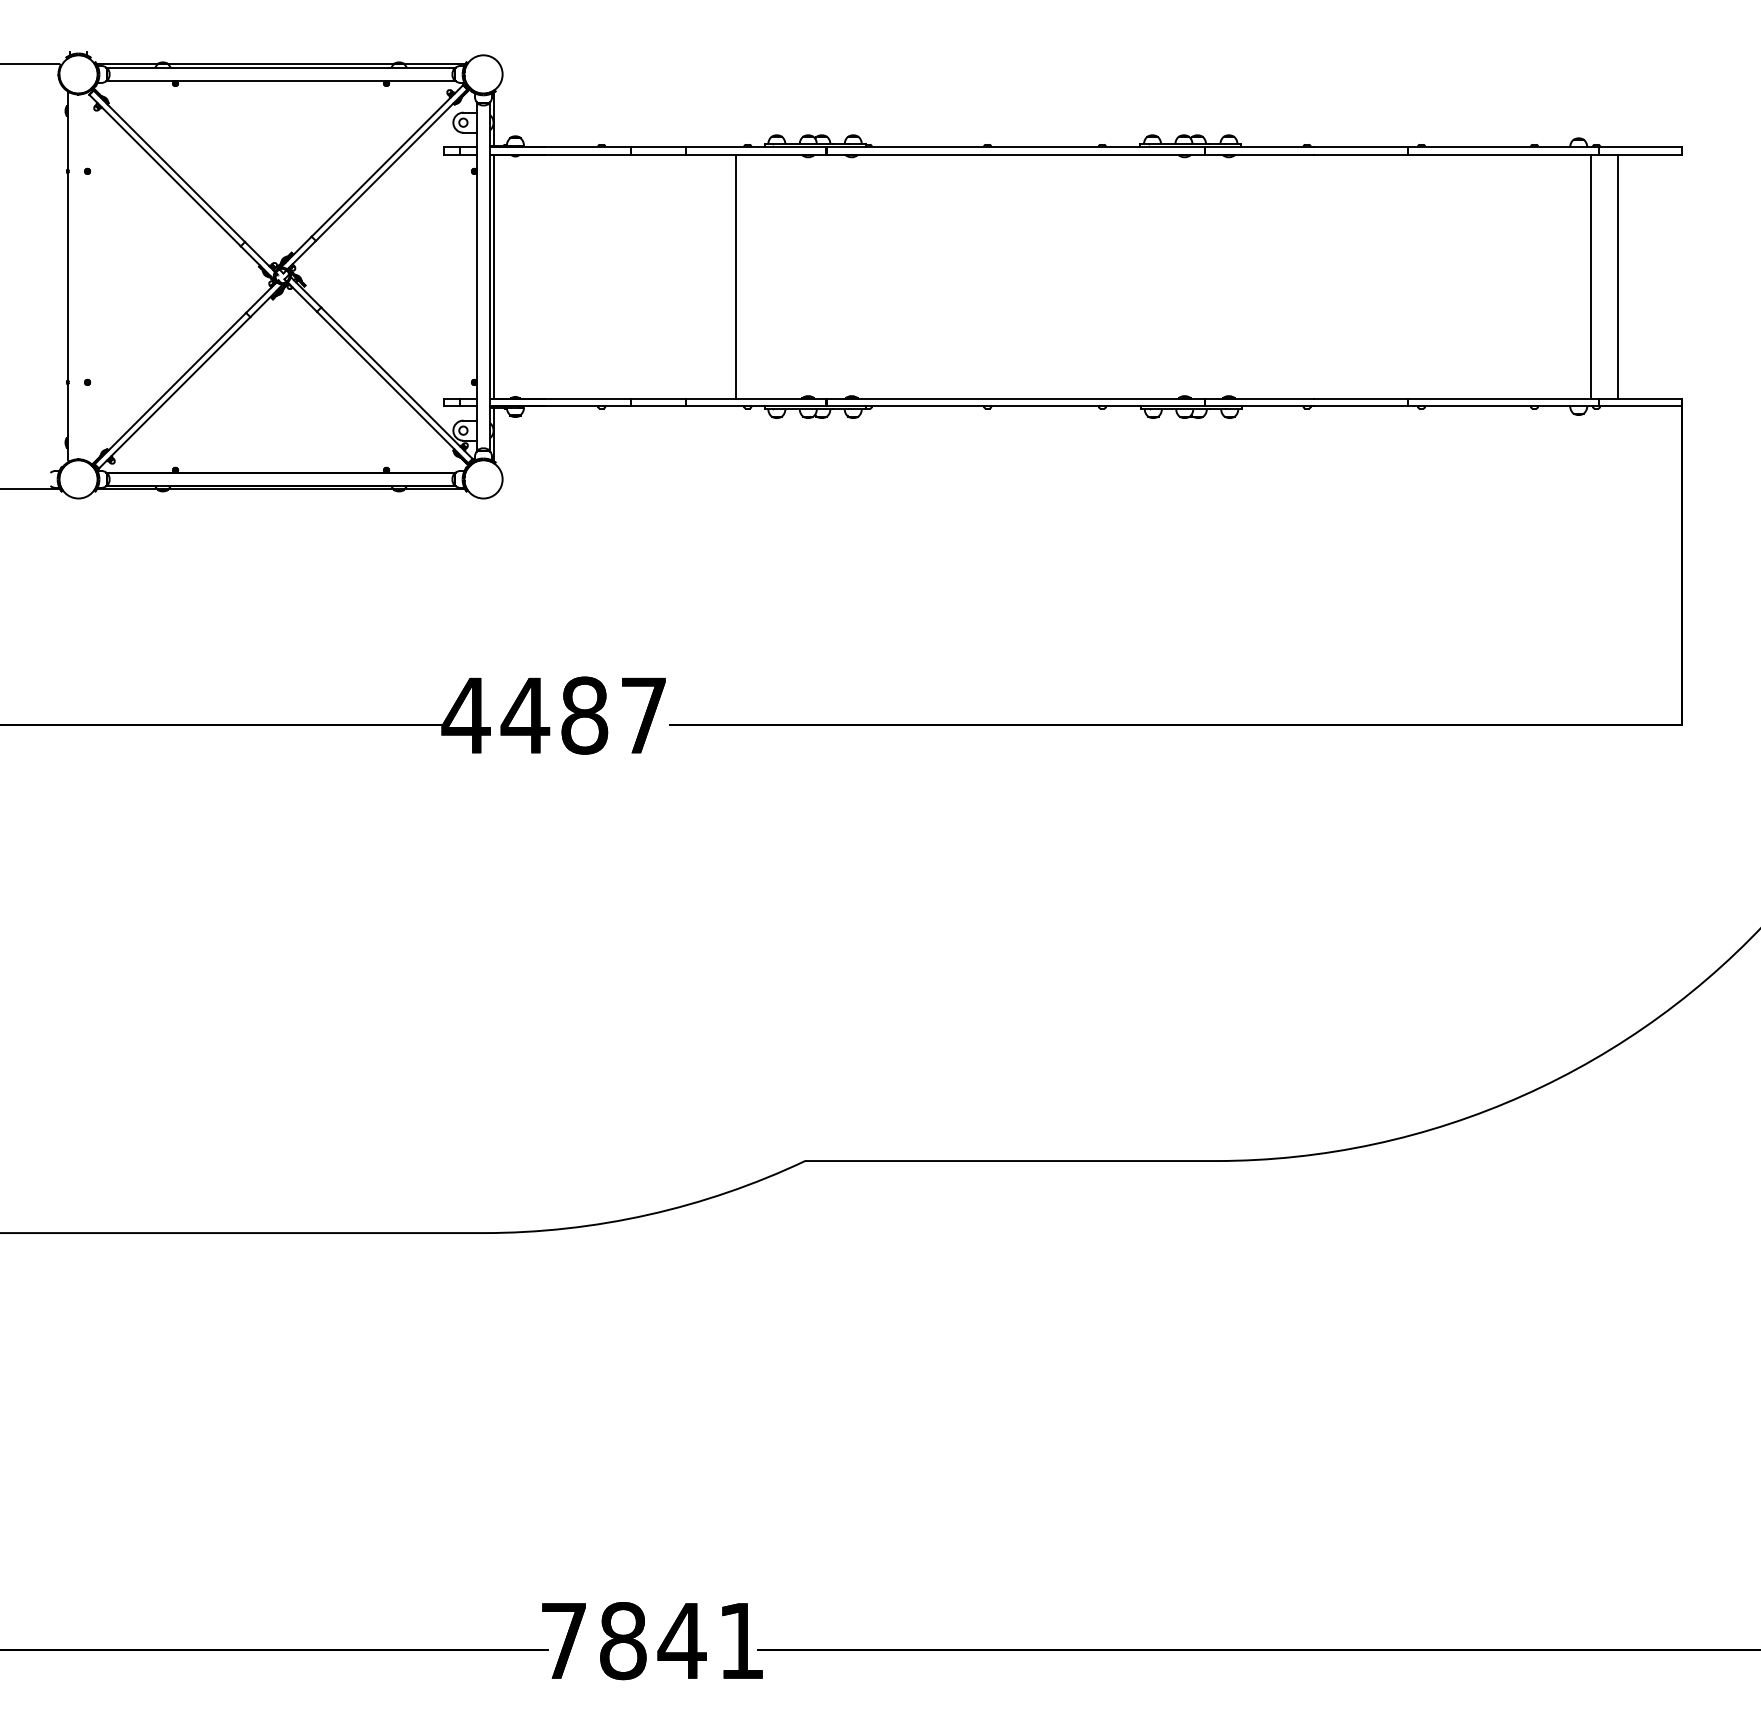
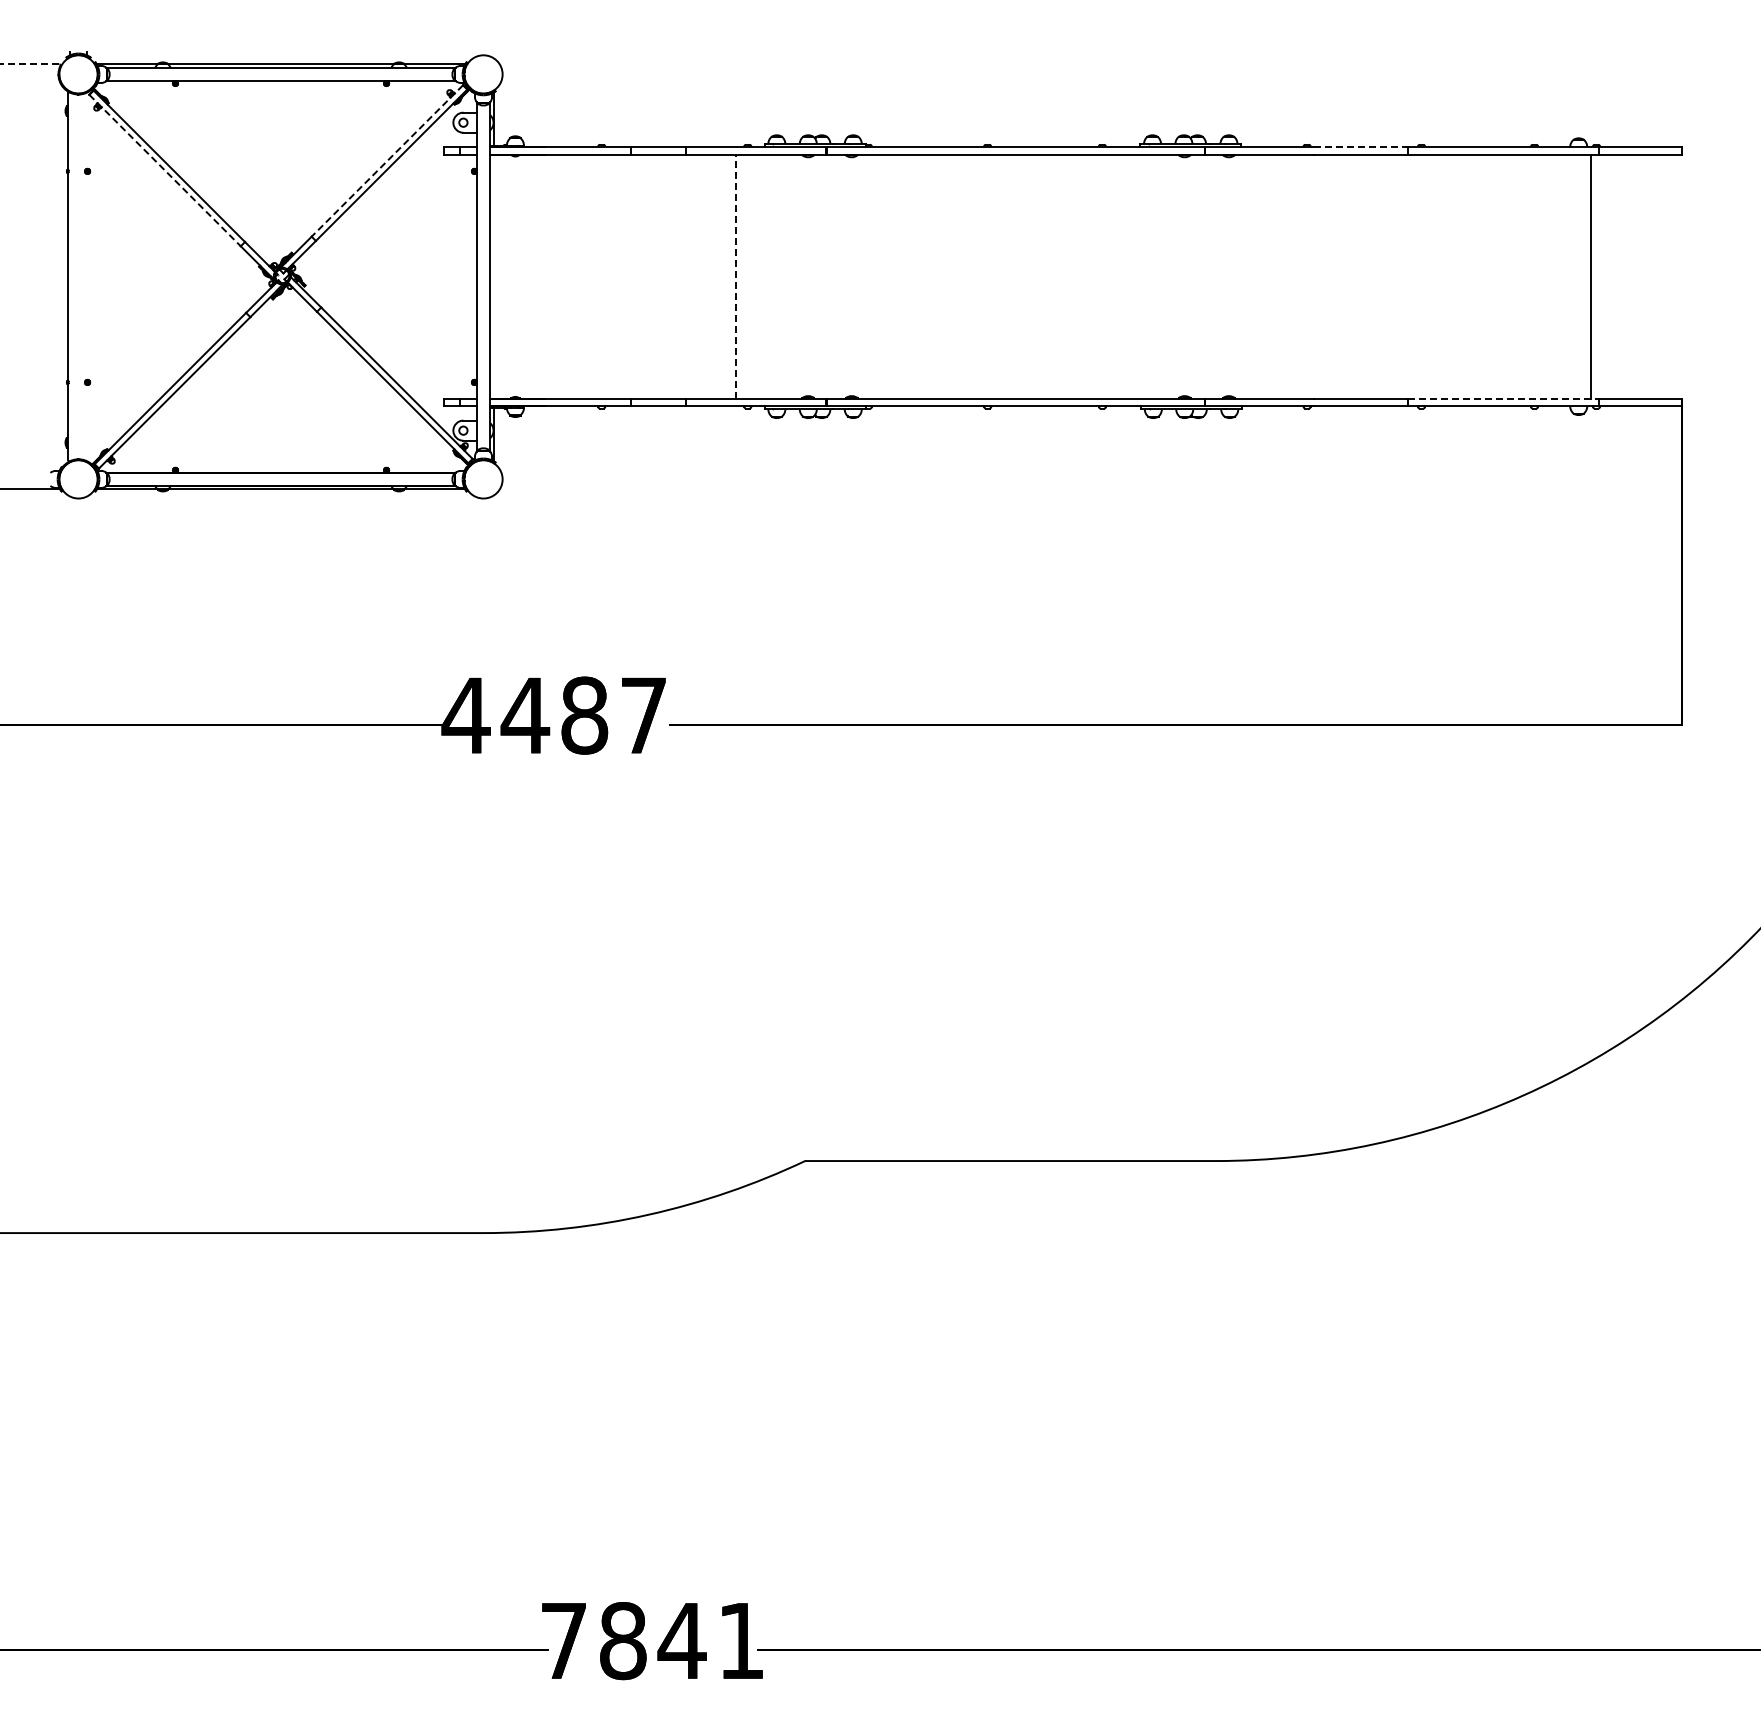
line at (29, 64): solid -> dashed
line at (1360, 147): solid -> dashed
line at (387, 161): solid -> dashed
line at (165, 170): solid -> dashed
line at (493, 276): present -> none
line at (736, 276): solid -> dashed
line at (1618, 276): present -> none
line at (1503, 398): solid -> dashed
